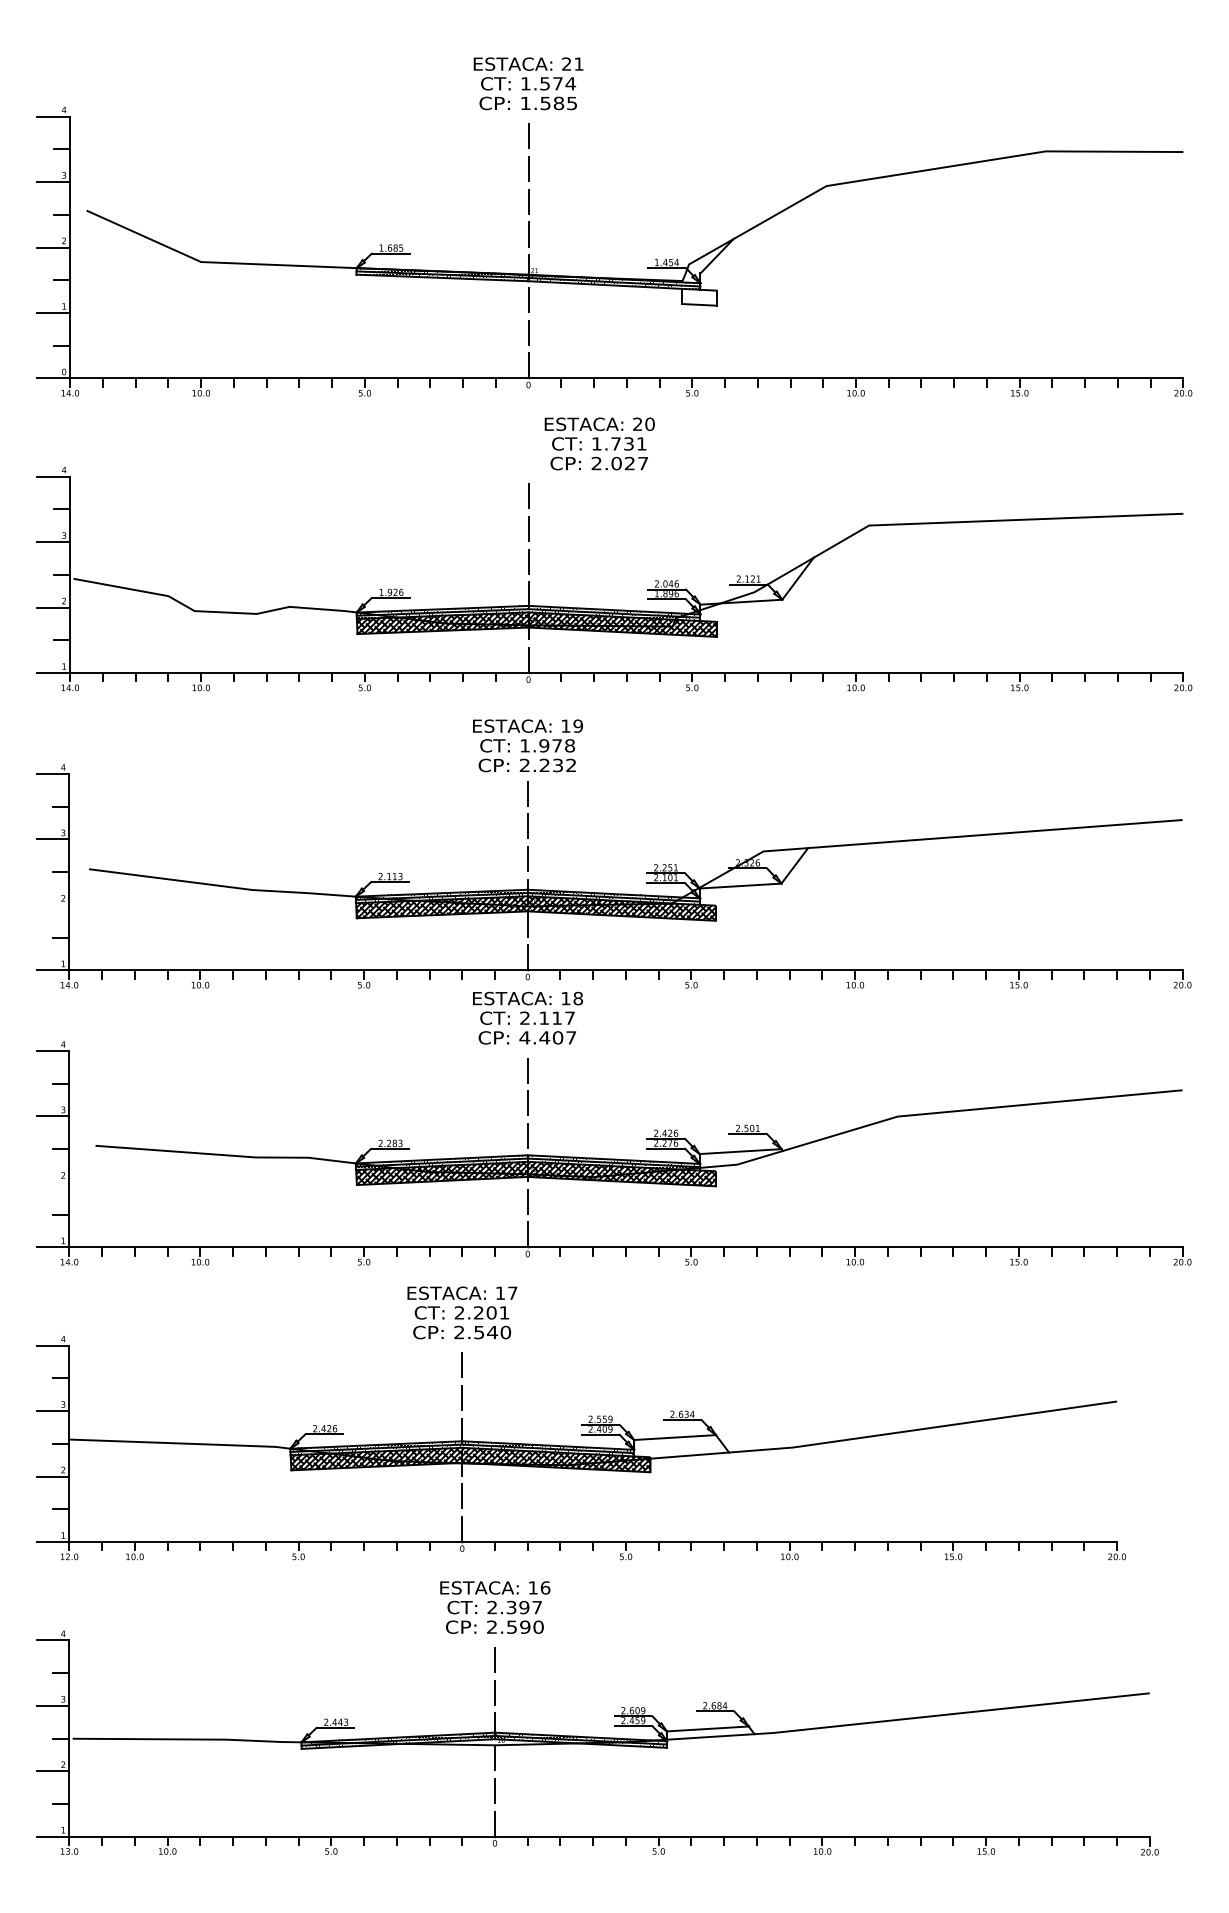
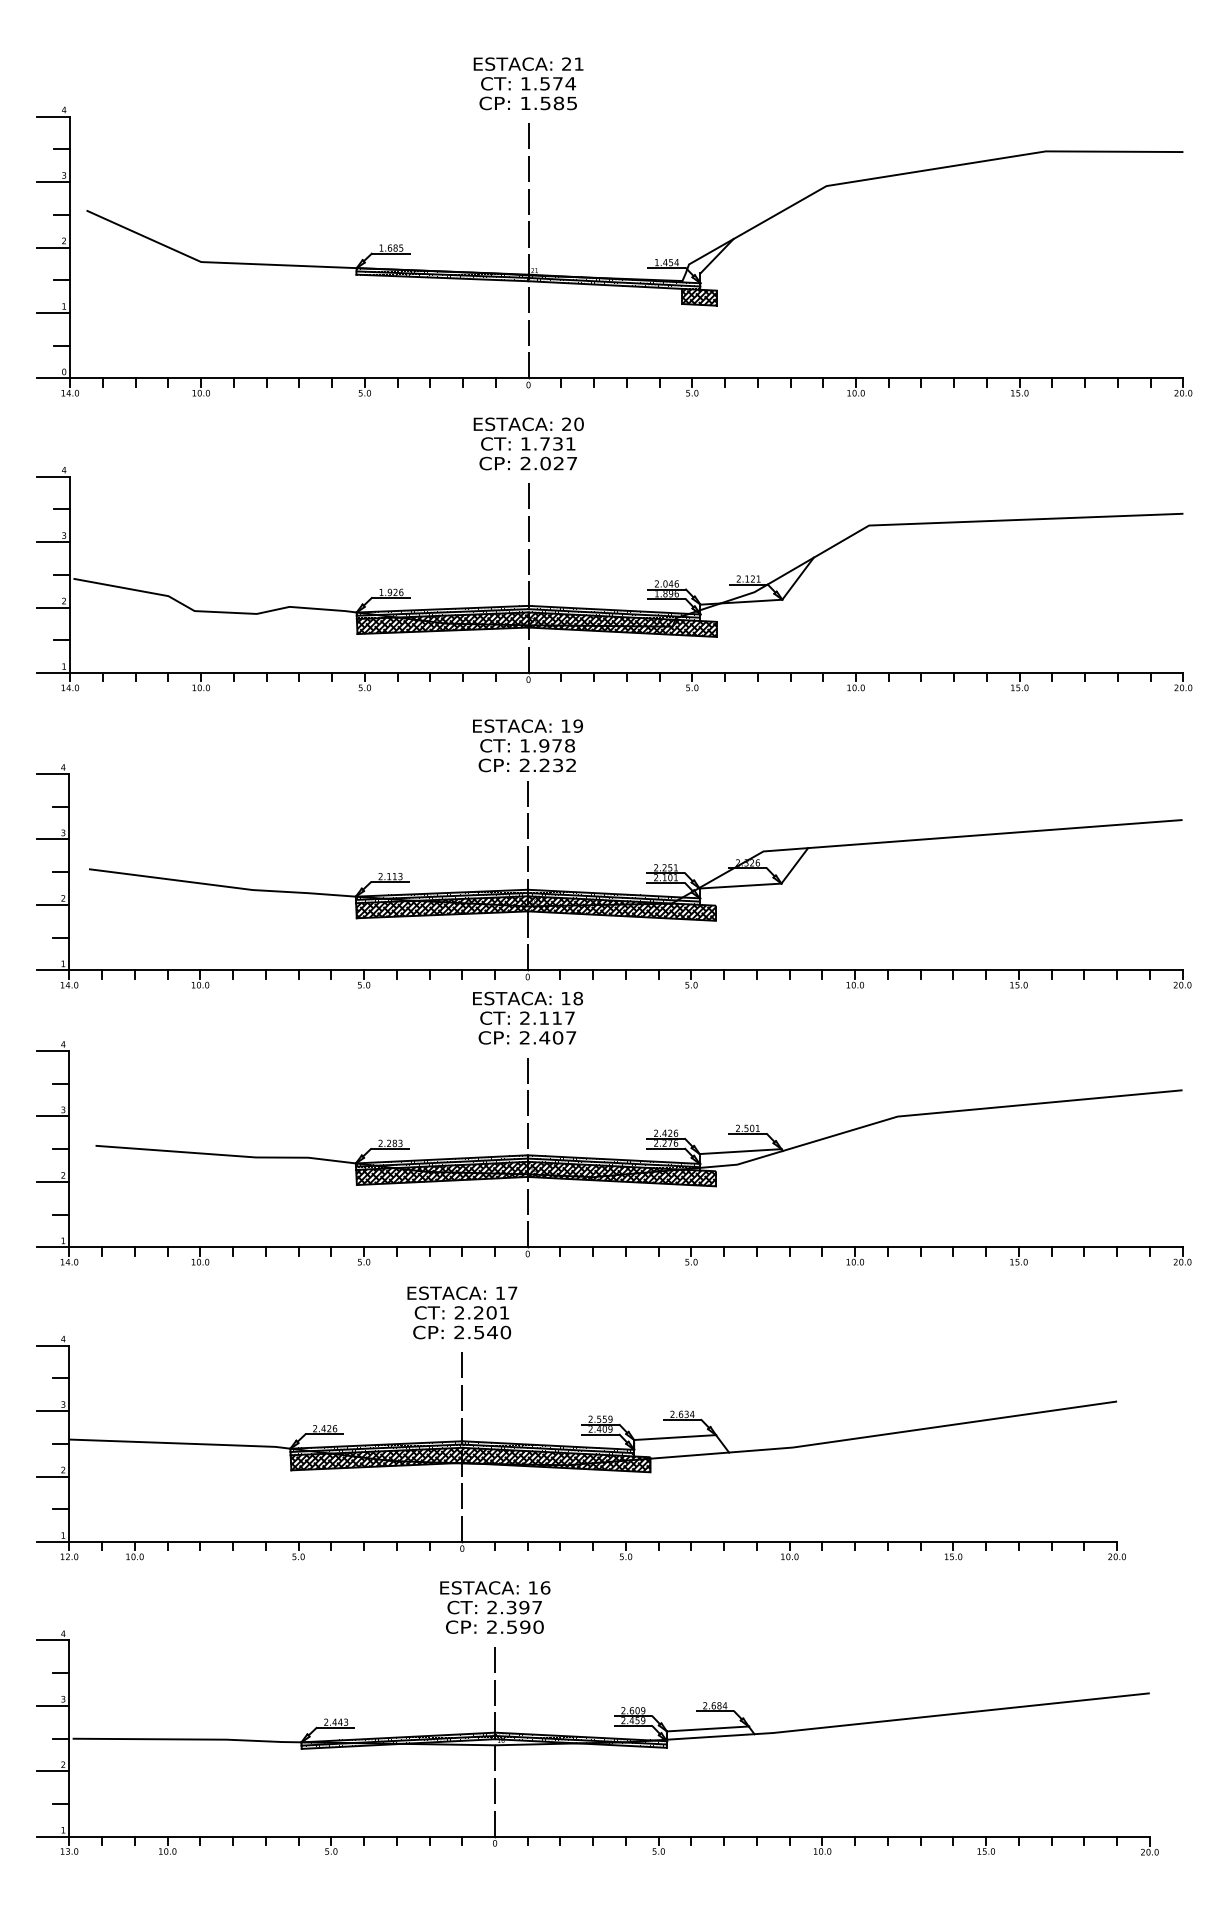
hatch at (699, 297): none -> present
text at (599, 443) position: (599, 443) -> (528, 443)
line at (52, 904): none -> present
text at (524, 1037): 4.407 -> 2.407
line at (52, 1181): none -> present
